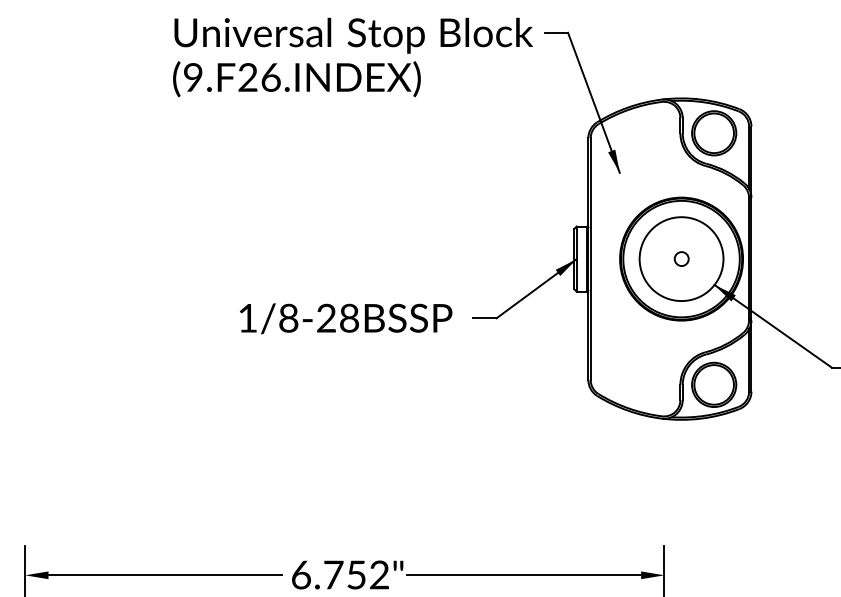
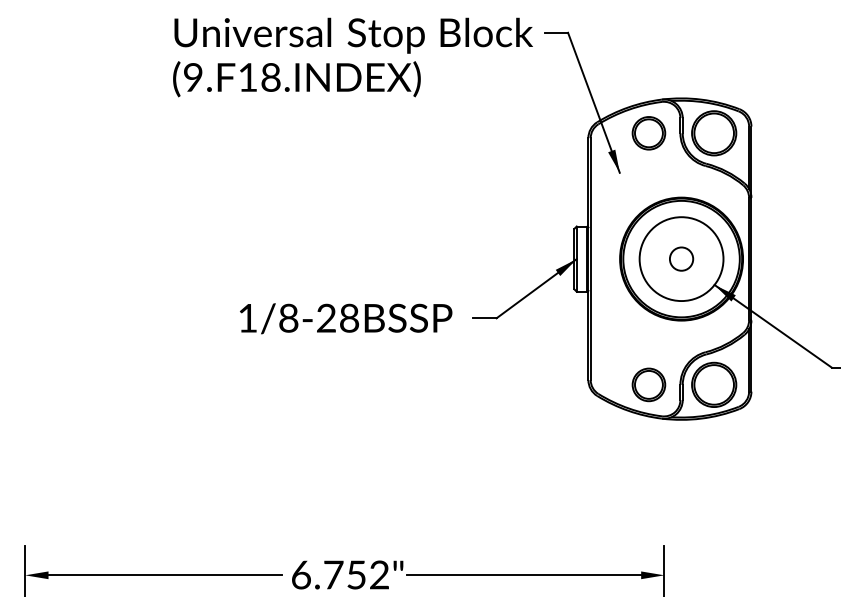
text at (259, 77): (9.F26.INDEX) -> (9.F18.INDEX)
part at (648, 133): none -> present
circle at (681, 258) size: 17x16 px -> 26x26 px
part at (648, 384): none -> present
